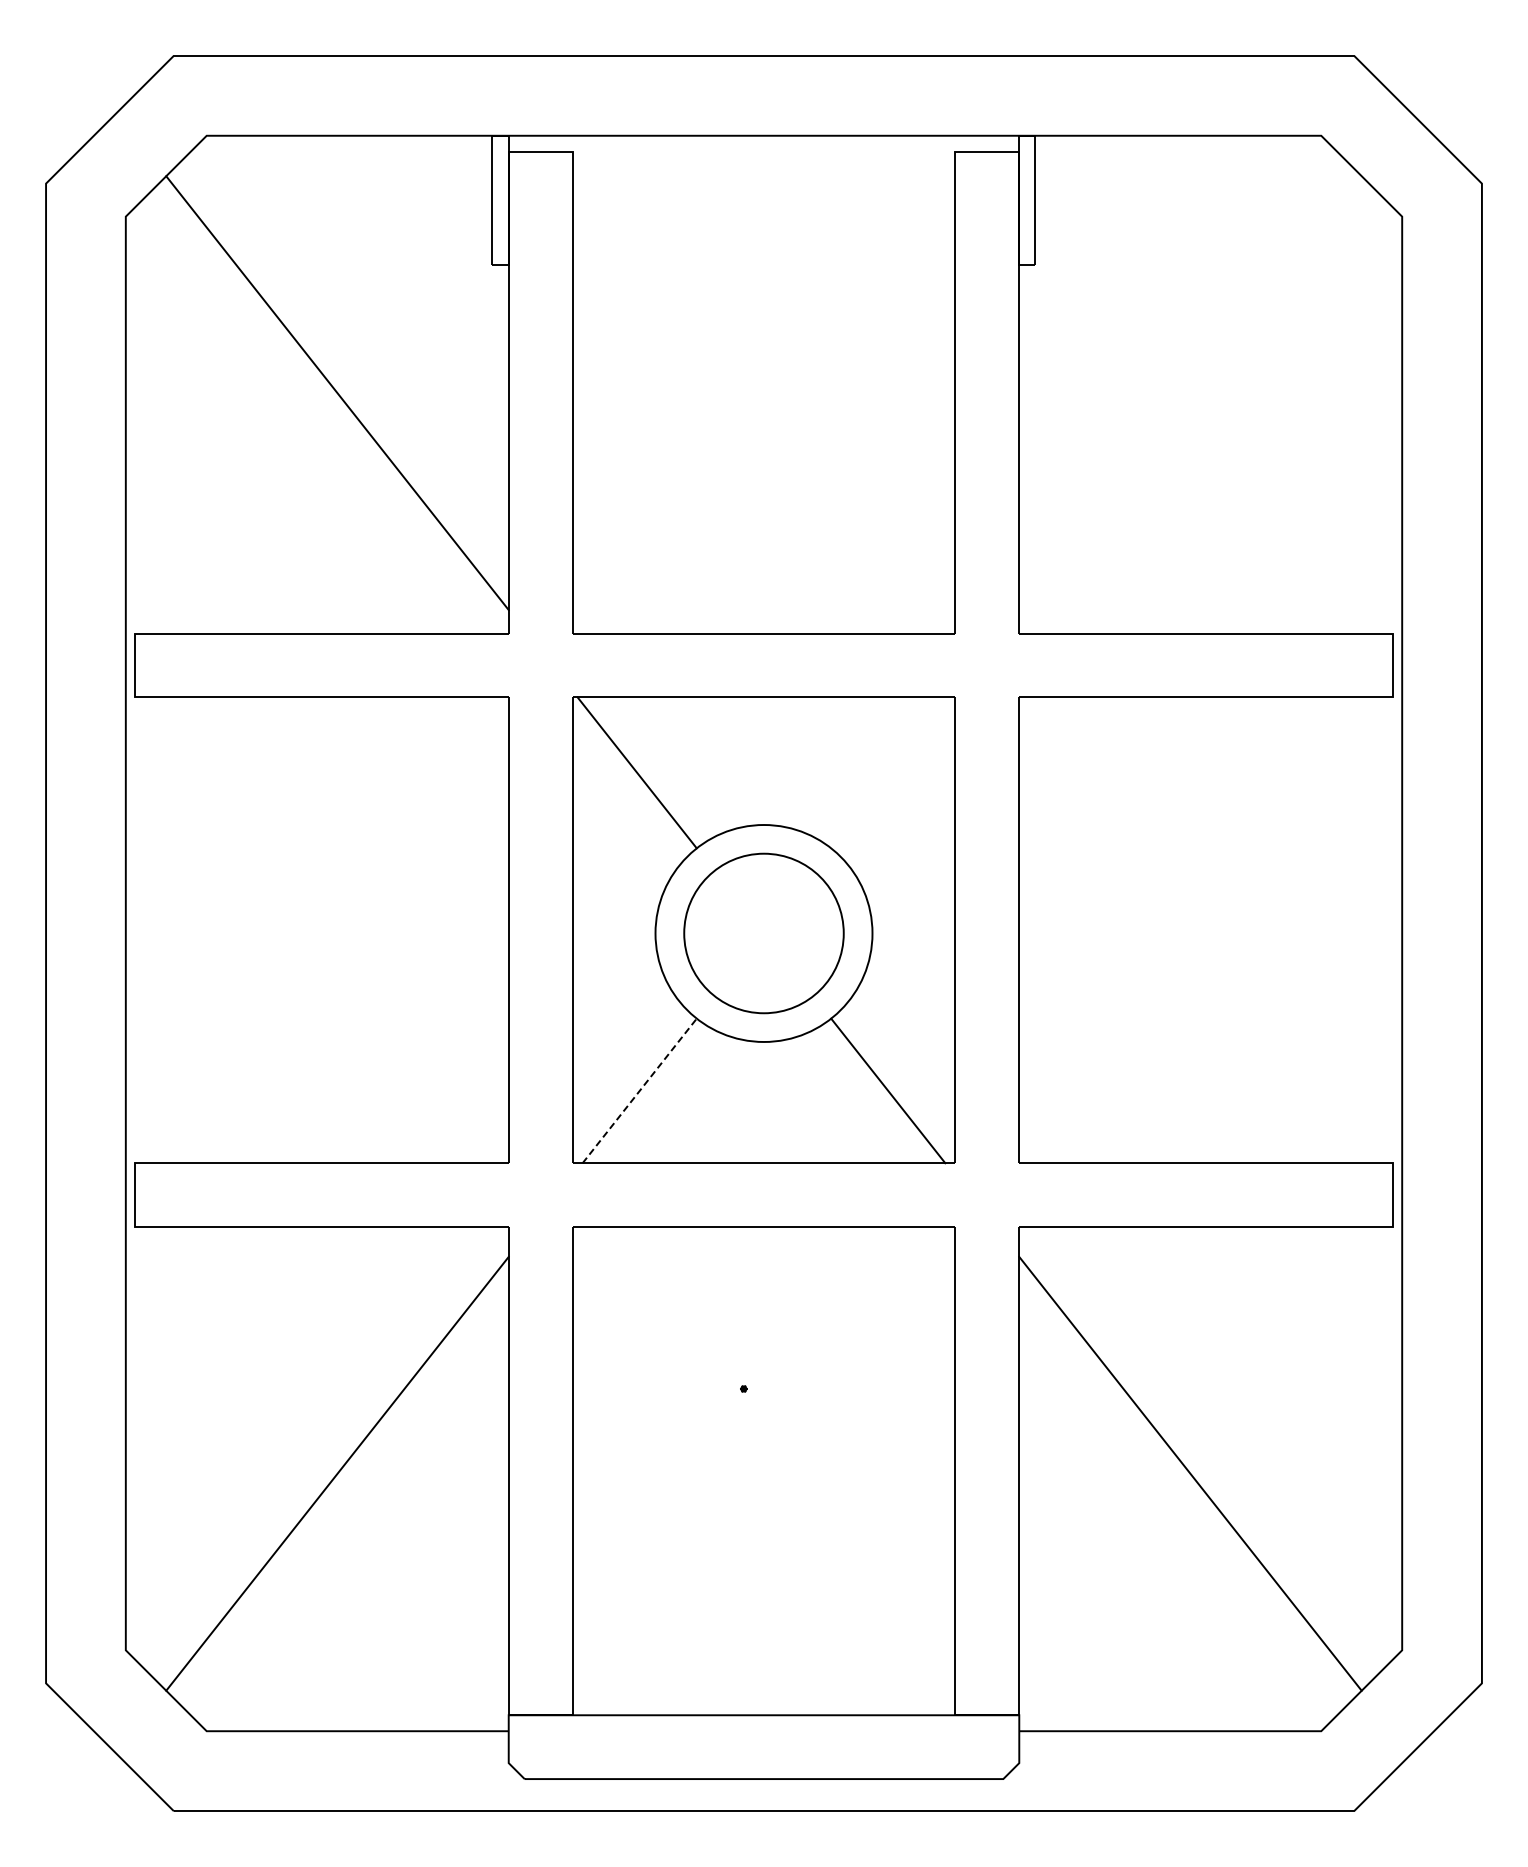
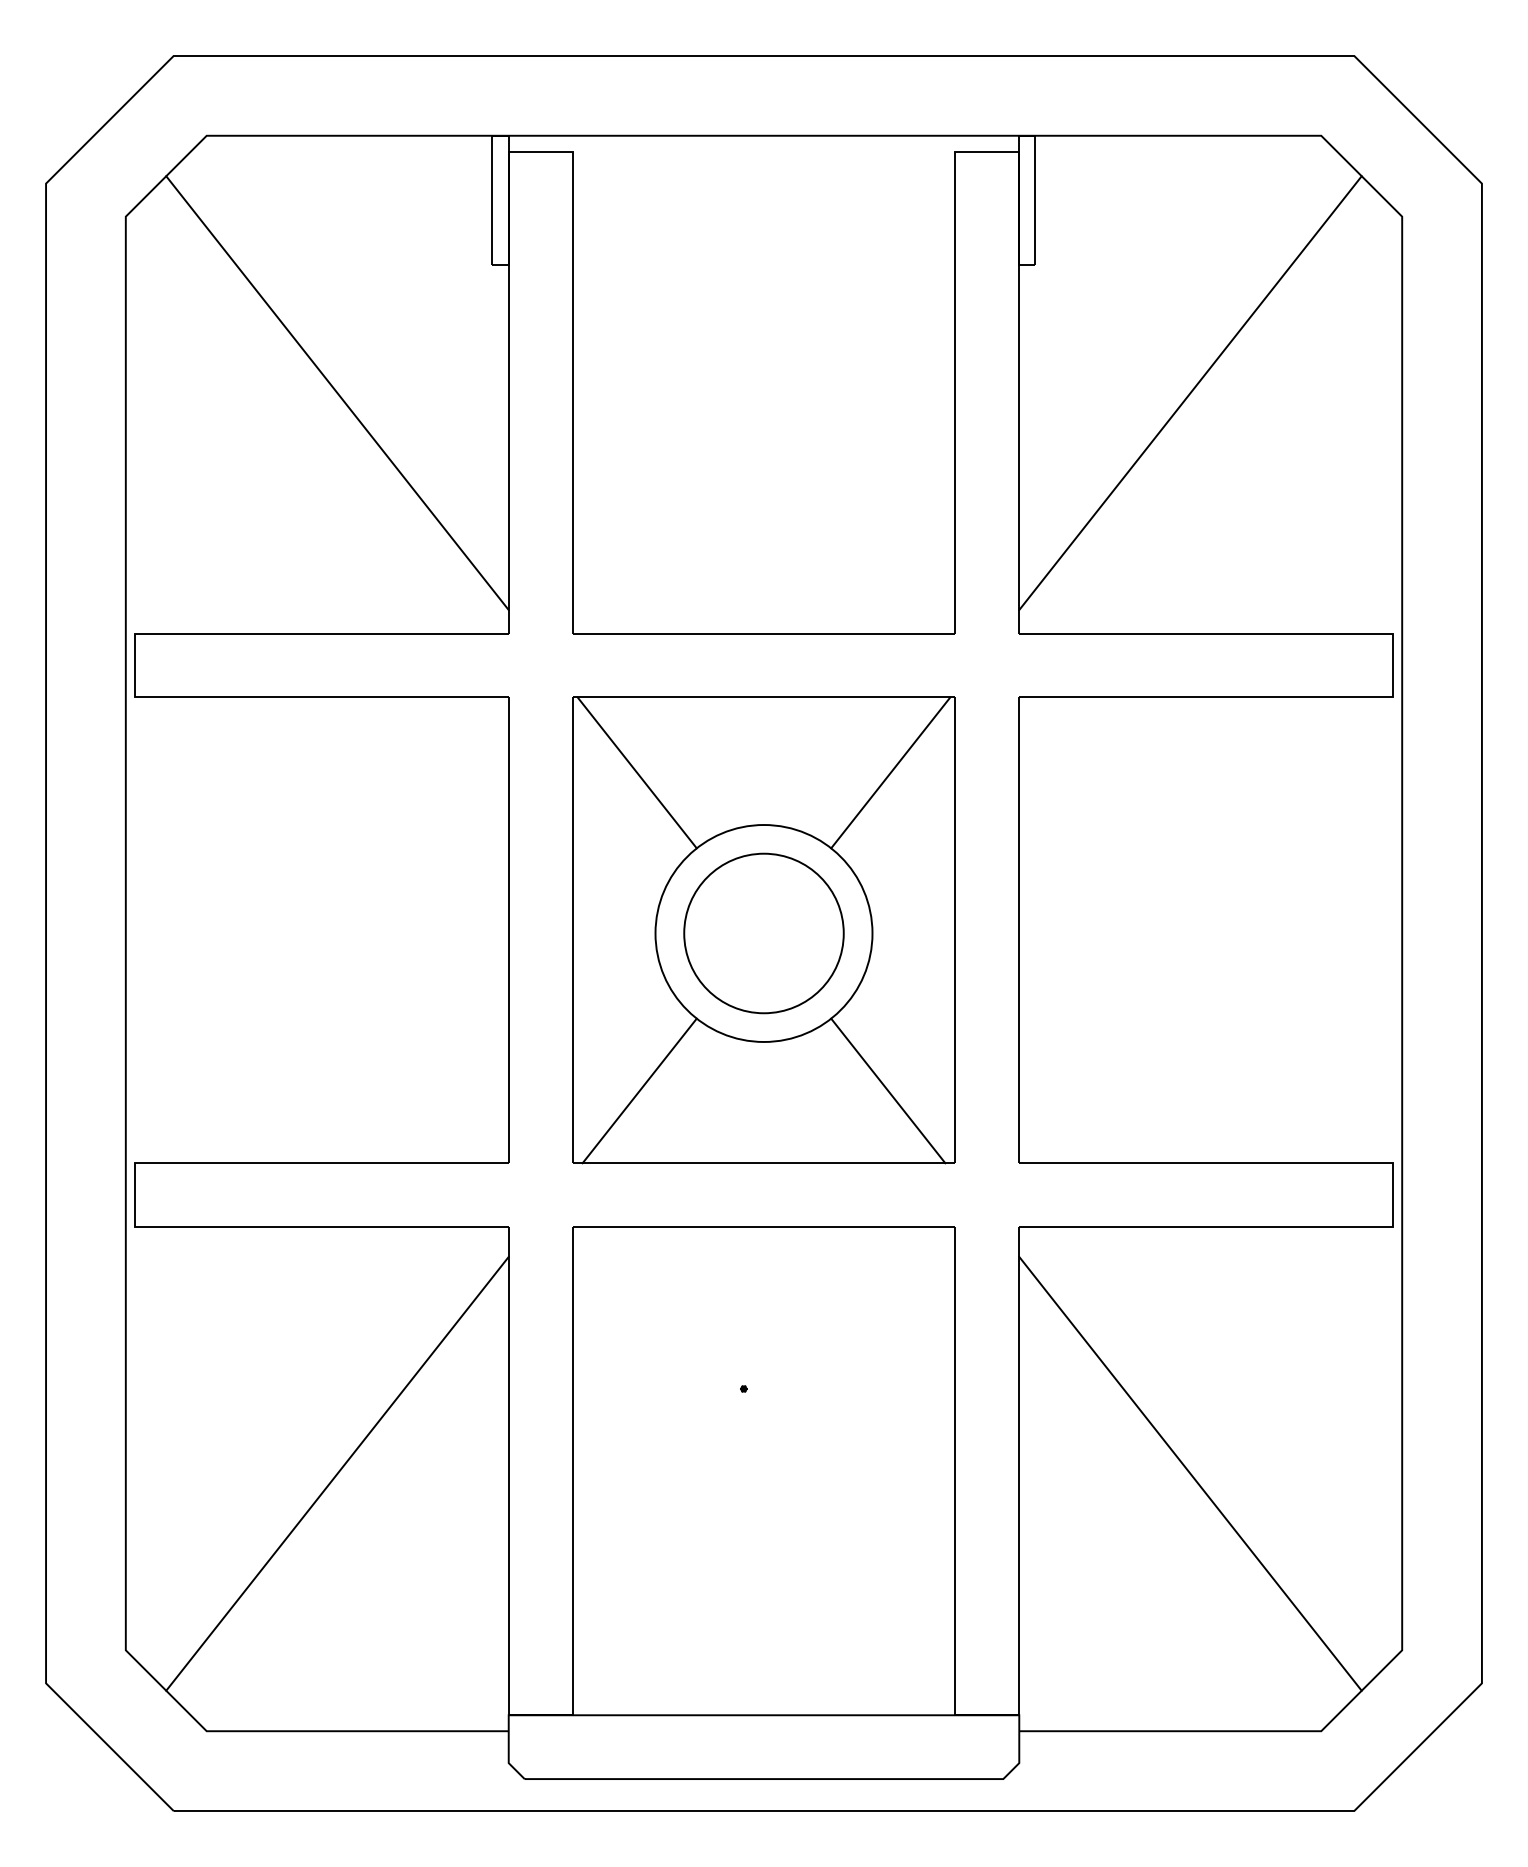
line at (1190, 393): none -> present
line at (890, 772): none -> present
line at (640, 1090): dashed -> solid
